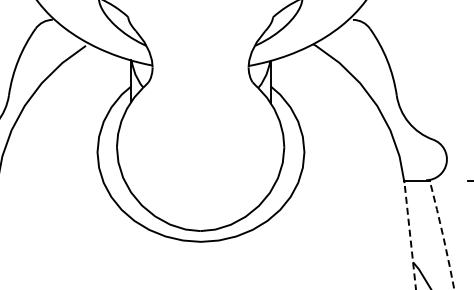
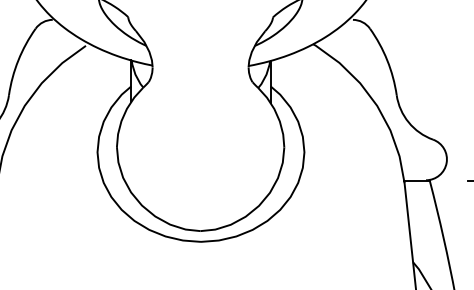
line at (410, 235): dashed -> solid
arc at (443, 235): dashed -> solid
